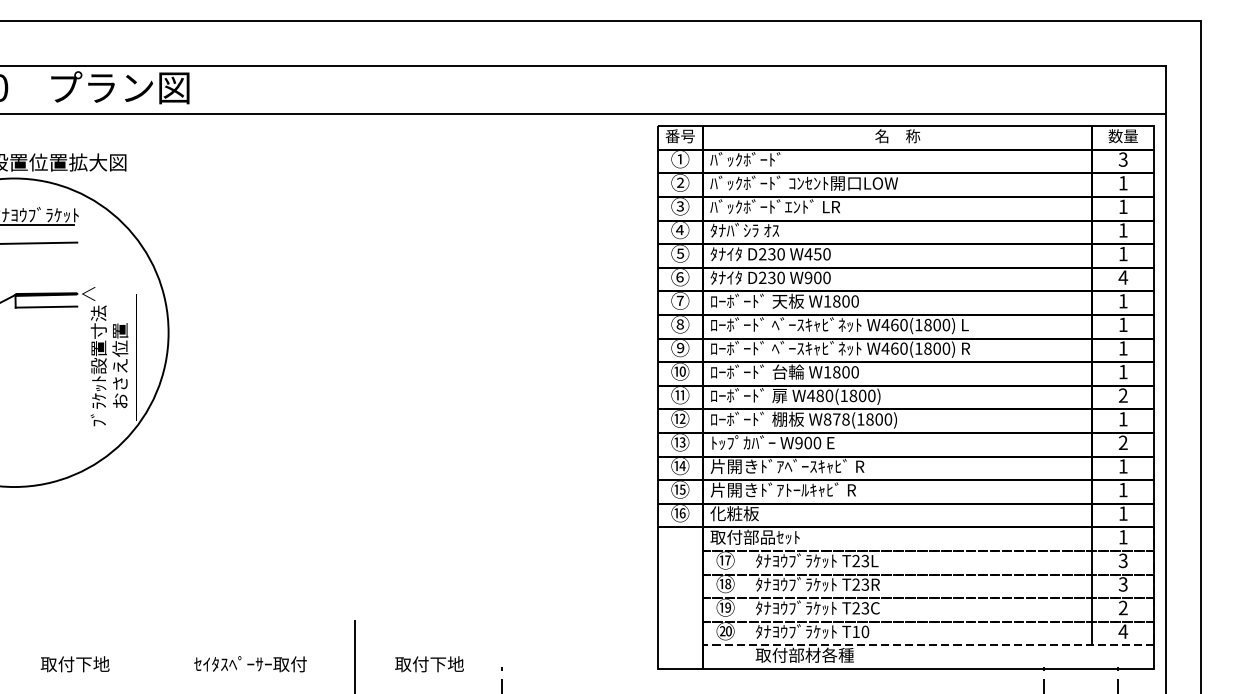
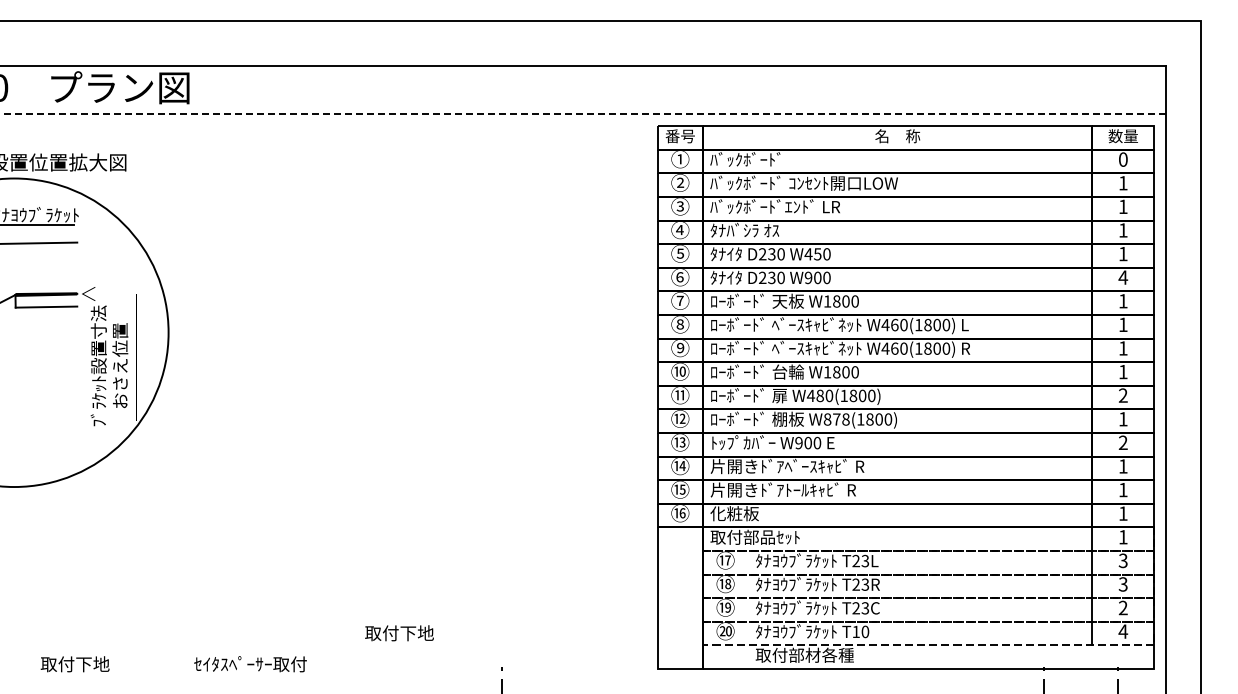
line at (583, 114): solid -> dashed
text at (1122, 159): 3 -> 0
line at (355, 655): present -> none
text at (429, 664) position: (429, 664) -> (399, 633)
